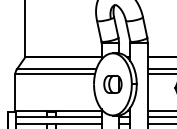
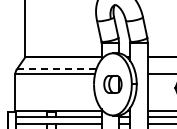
line at (56, 69): solid -> dashed
line at (160, 69): present -> none
